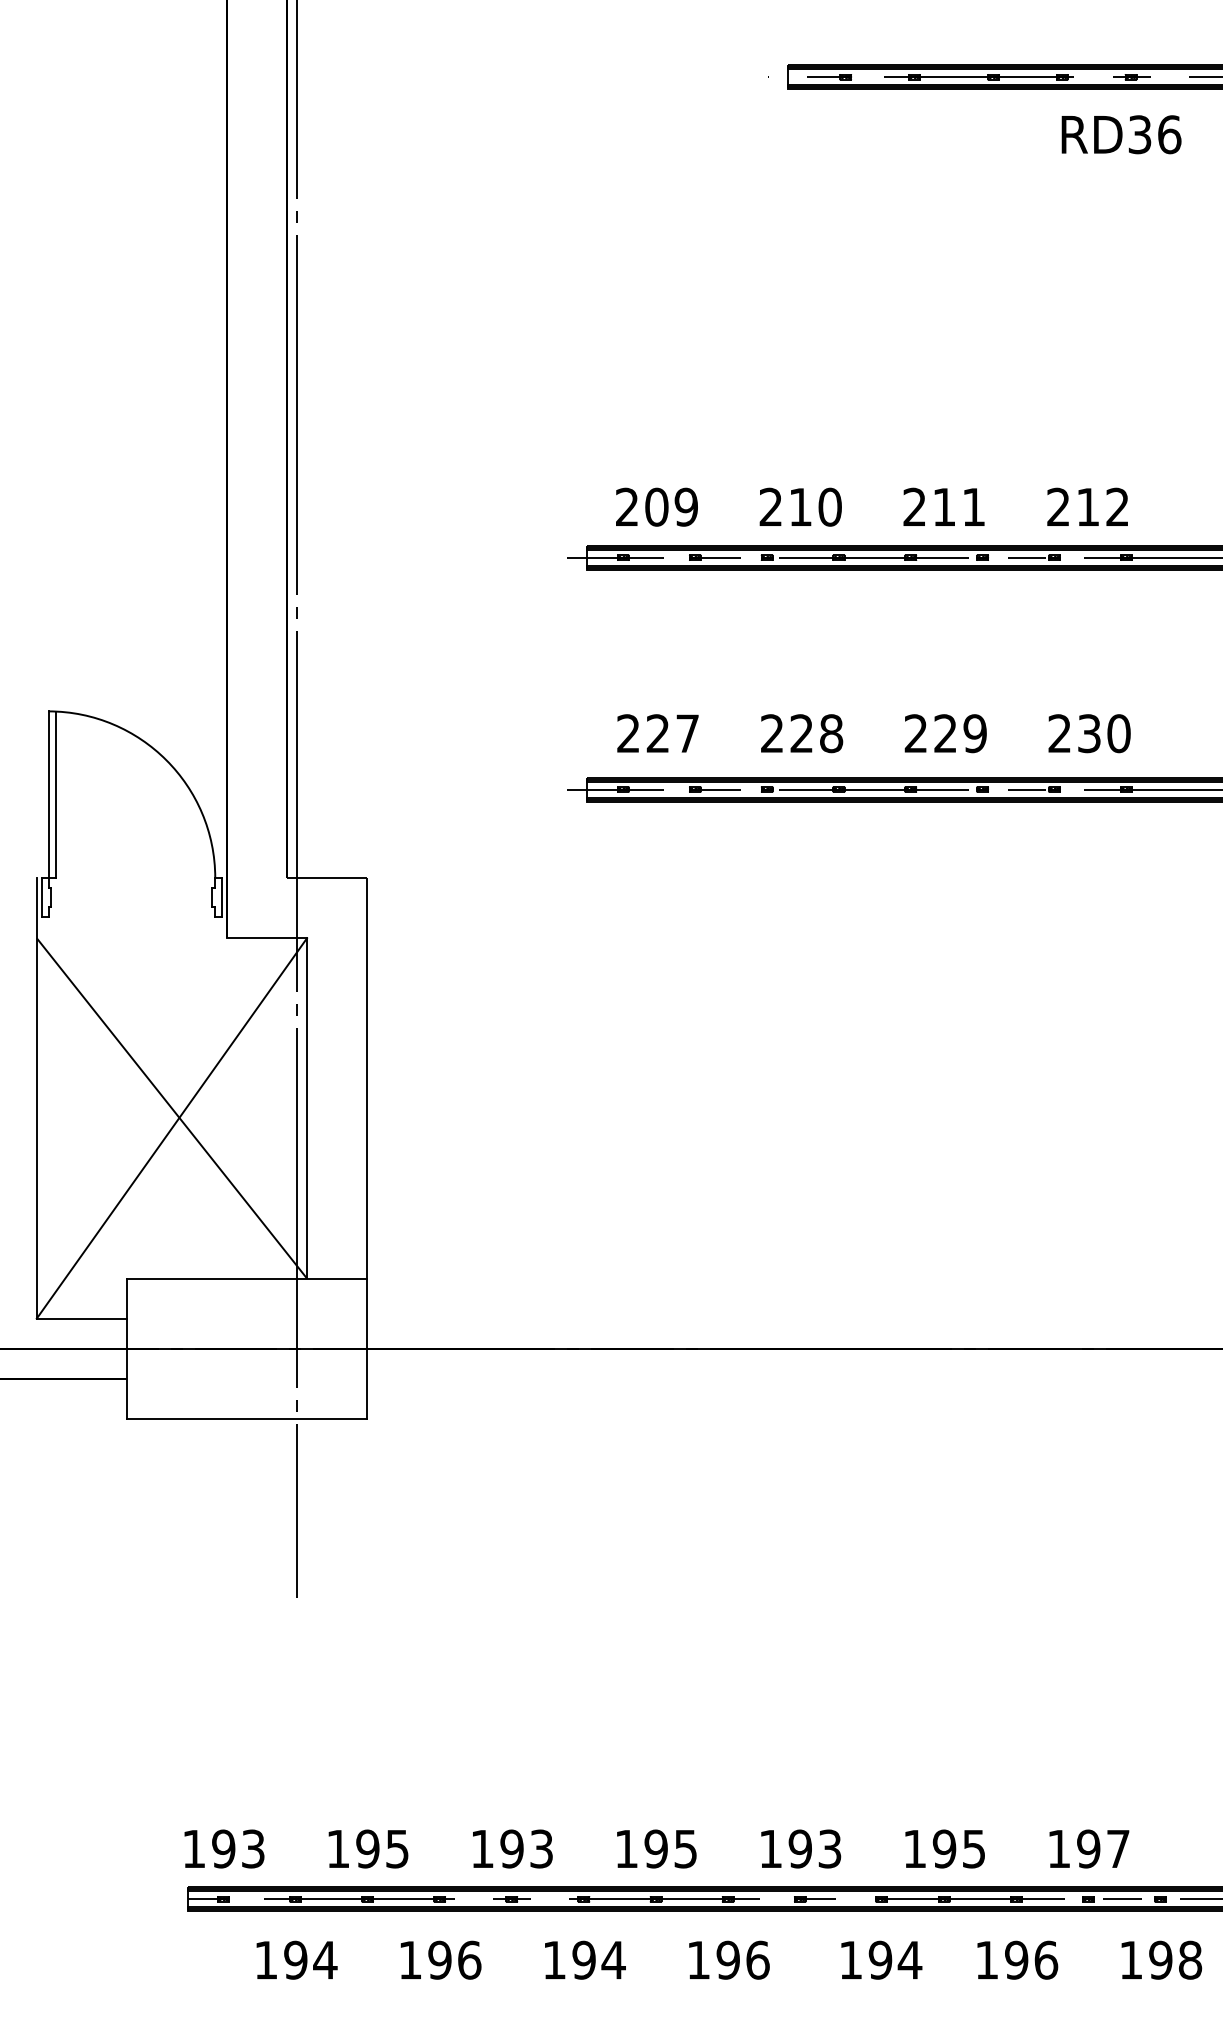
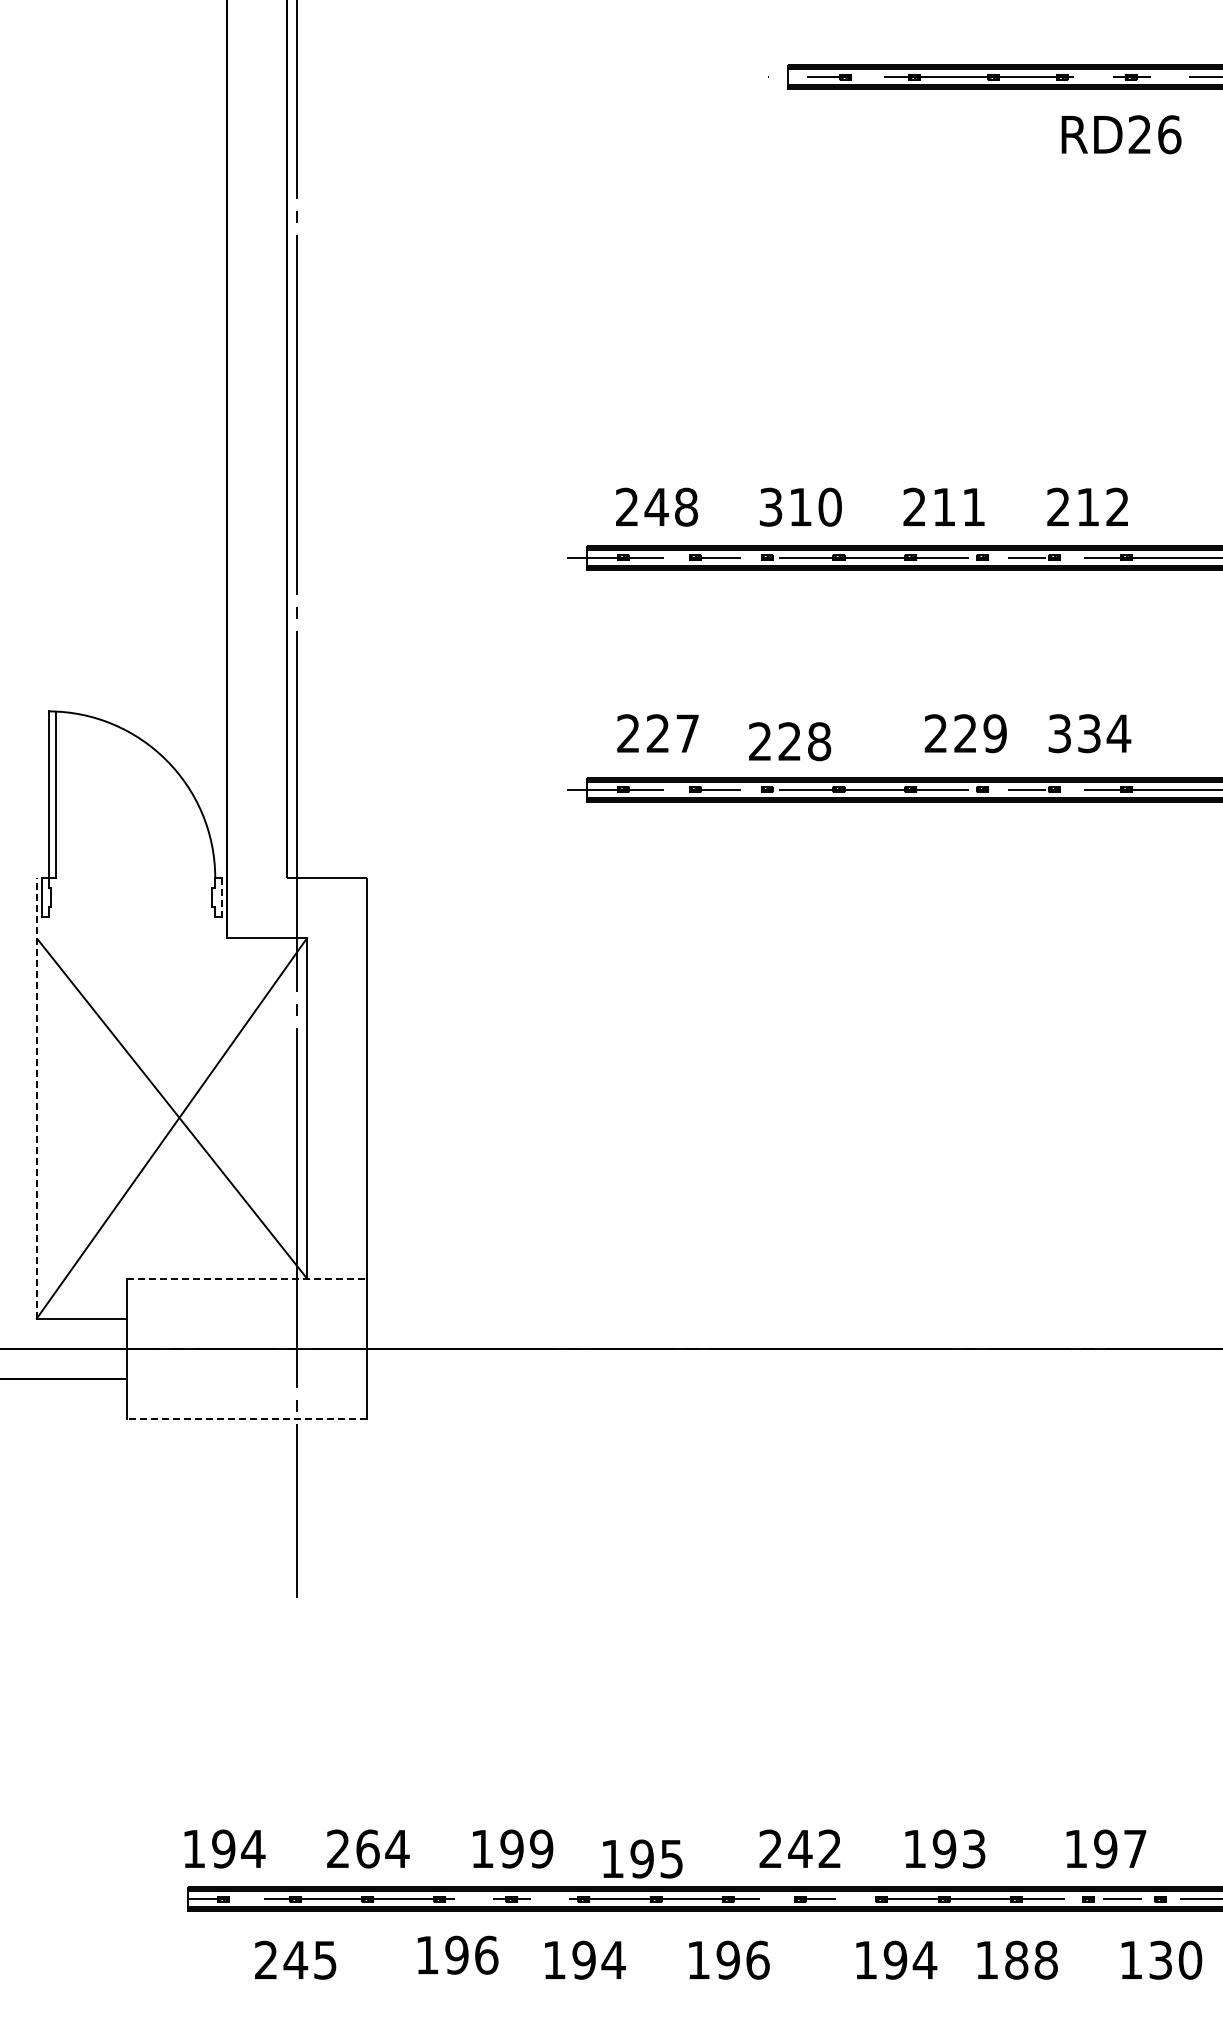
text at (1139, 134): RD36 -> RD26
text at (671, 506): 209 -> 248
text at (770, 507): 210 -> 310
text at (802, 733) position: (802, 733) -> (790, 741)
text at (945, 733) position: (945, 733) -> (965, 733)
text at (1089, 733): 230 -> 334
line at (221, 897): solid -> dashed
line at (36, 1097): solid -> dashed
line at (247, 1278): solid -> dashed
line at (246, 1418): solid -> dashed
text at (253, 1848): 193 -> 194
text at (368, 1848): 195 -> 264
text at (541, 1848): 193 -> 199
text at (656, 1848) position: (656, 1848) -> (642, 1858)
text at (800, 1848): 193 -> 242
text at (974, 1848): 195 -> 193
text at (1089, 1848) position: (1089, 1848) -> (1106, 1848)
text at (296, 1959): 194 -> 245
text at (440, 1959) position: (440, 1959) -> (457, 1954)
text at (881, 1959) position: (881, 1959) -> (896, 1959)
text at (1031, 1959): 196 -> 188
text at (1175, 1959): 198 -> 130
